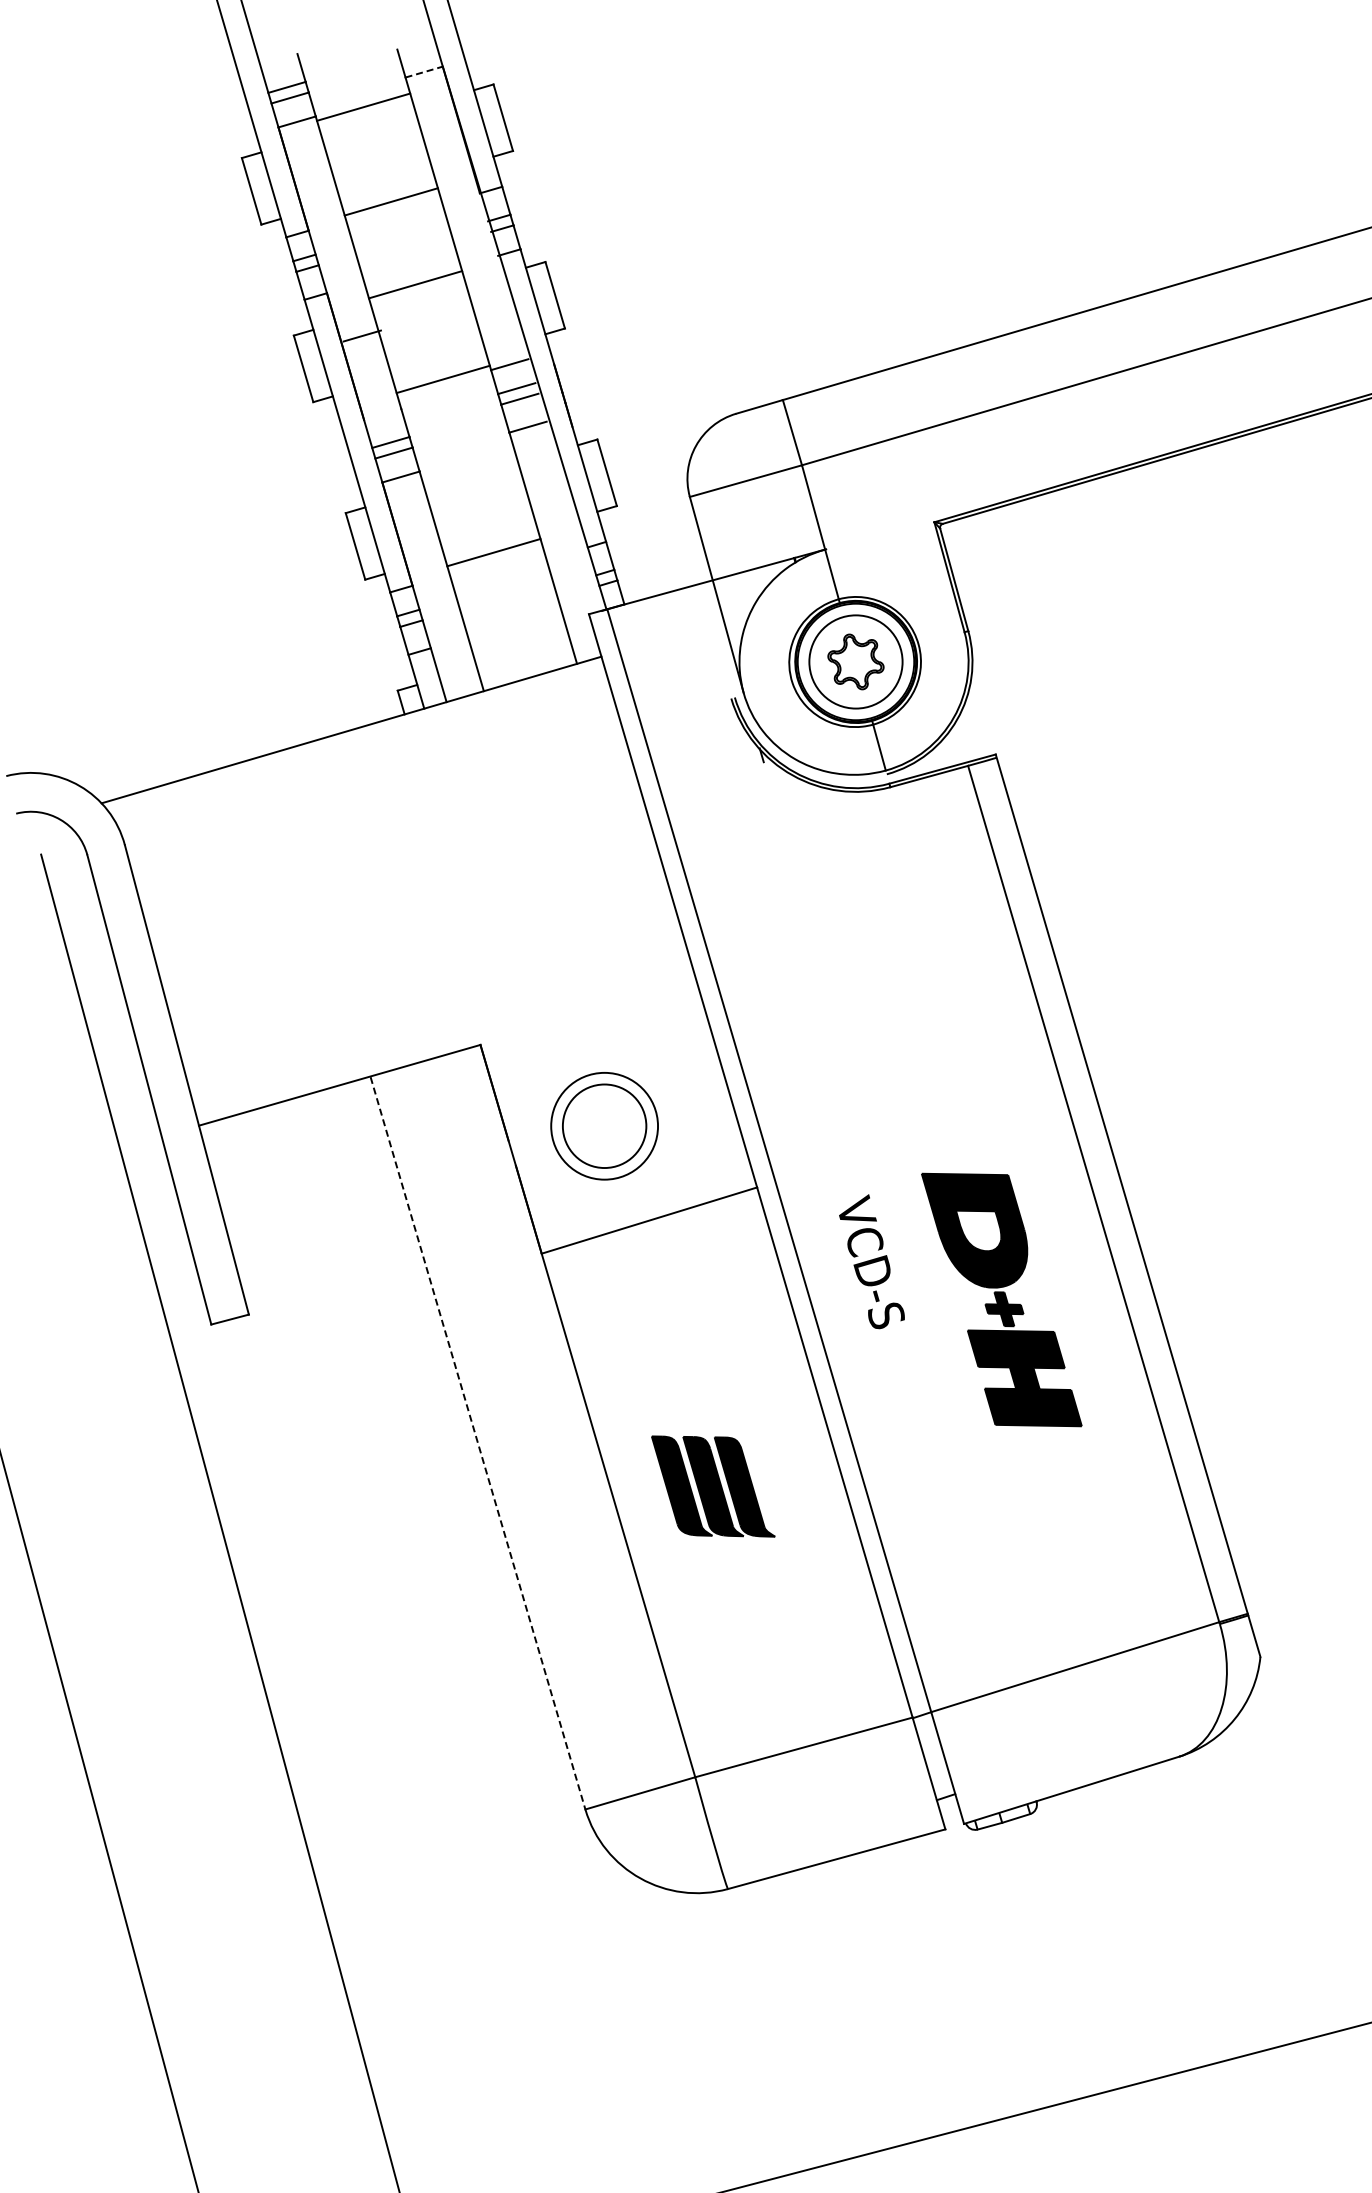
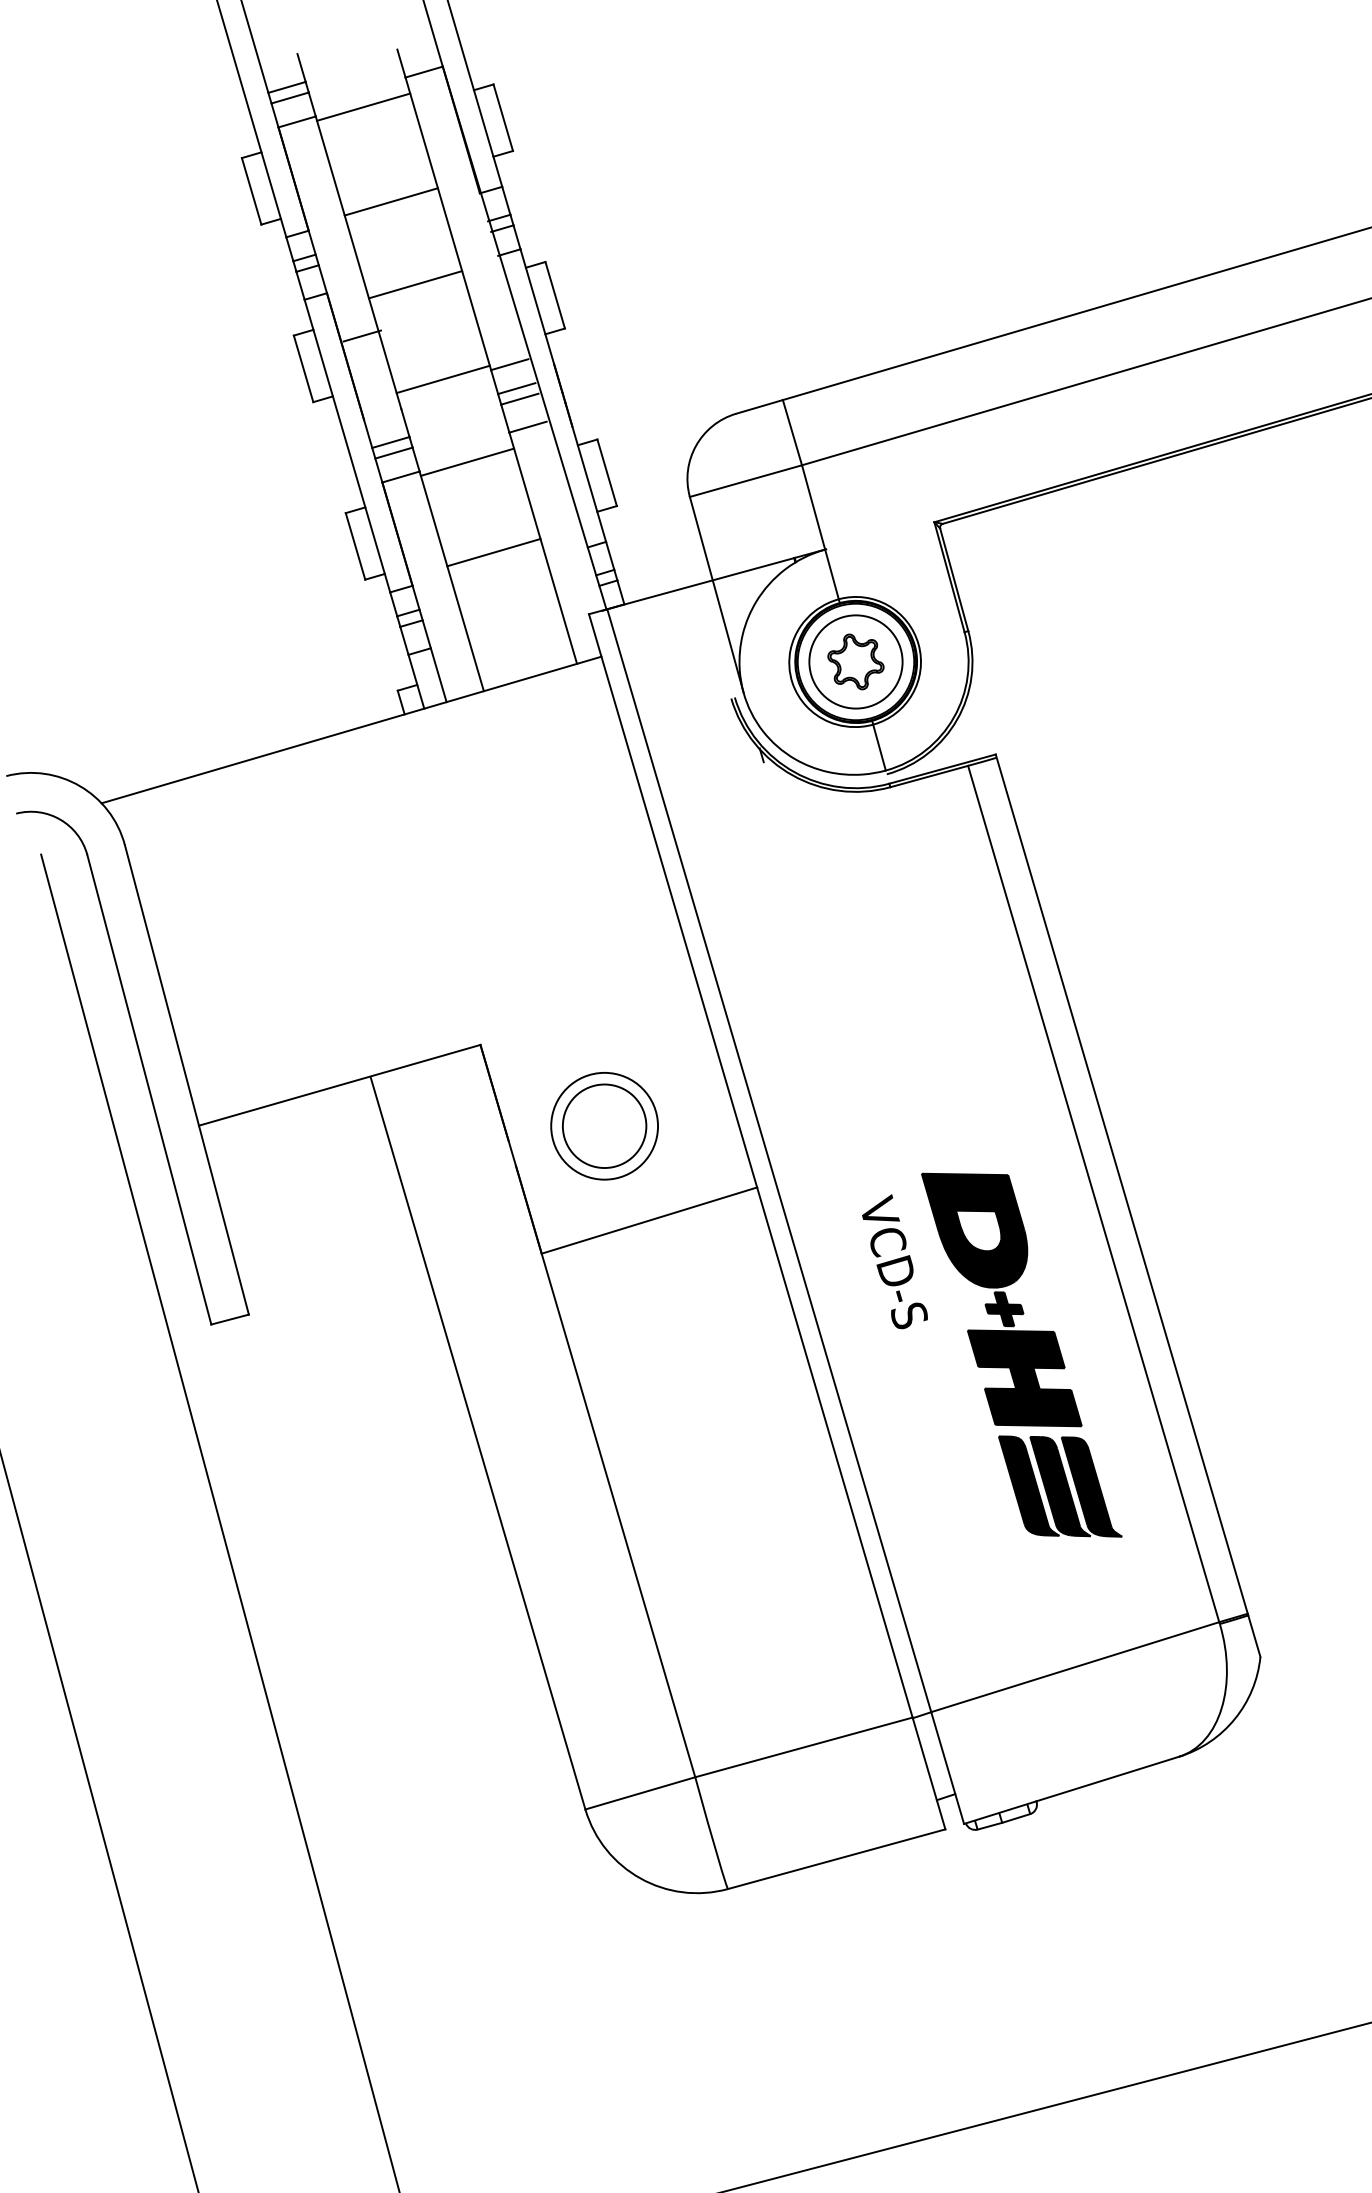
line at (424, 71): dashed -> solid
line at (467, 461): none -> present
text at (871, 1261) position: (871, 1261) -> (894, 1261)
line at (478, 1443): dashed -> solid
part at (713, 1486) position: (713, 1486) -> (1060, 1486)
